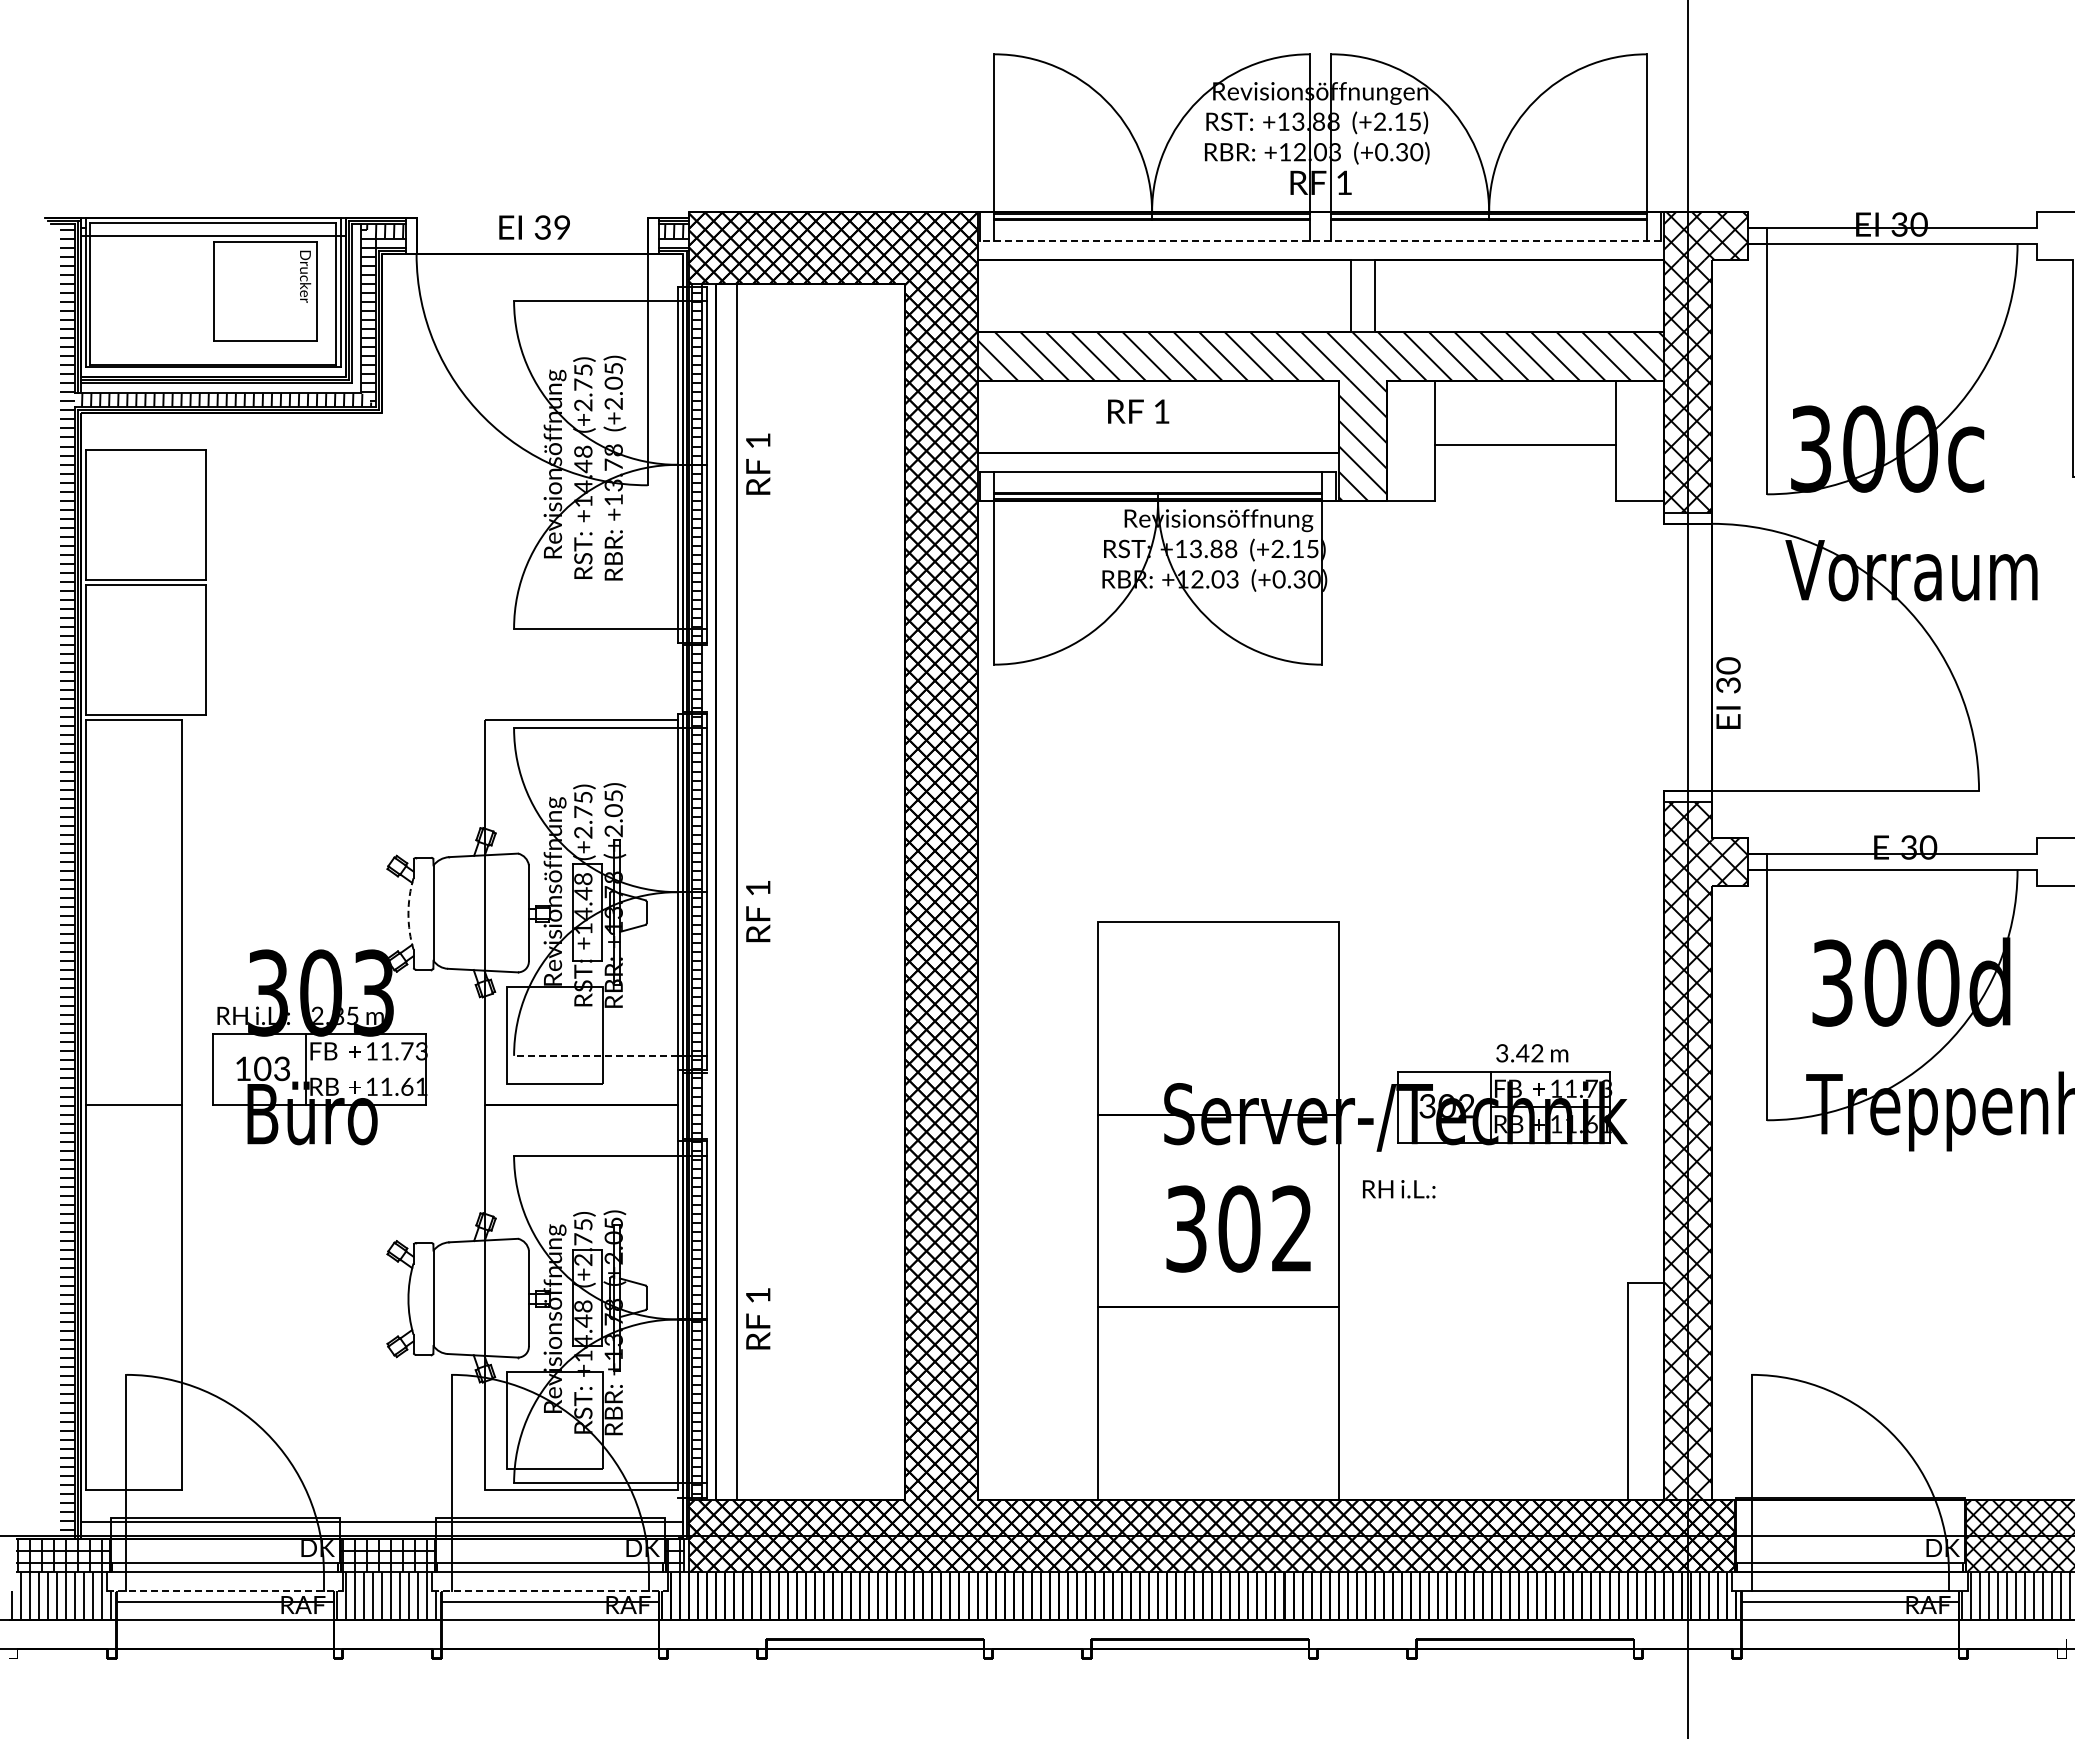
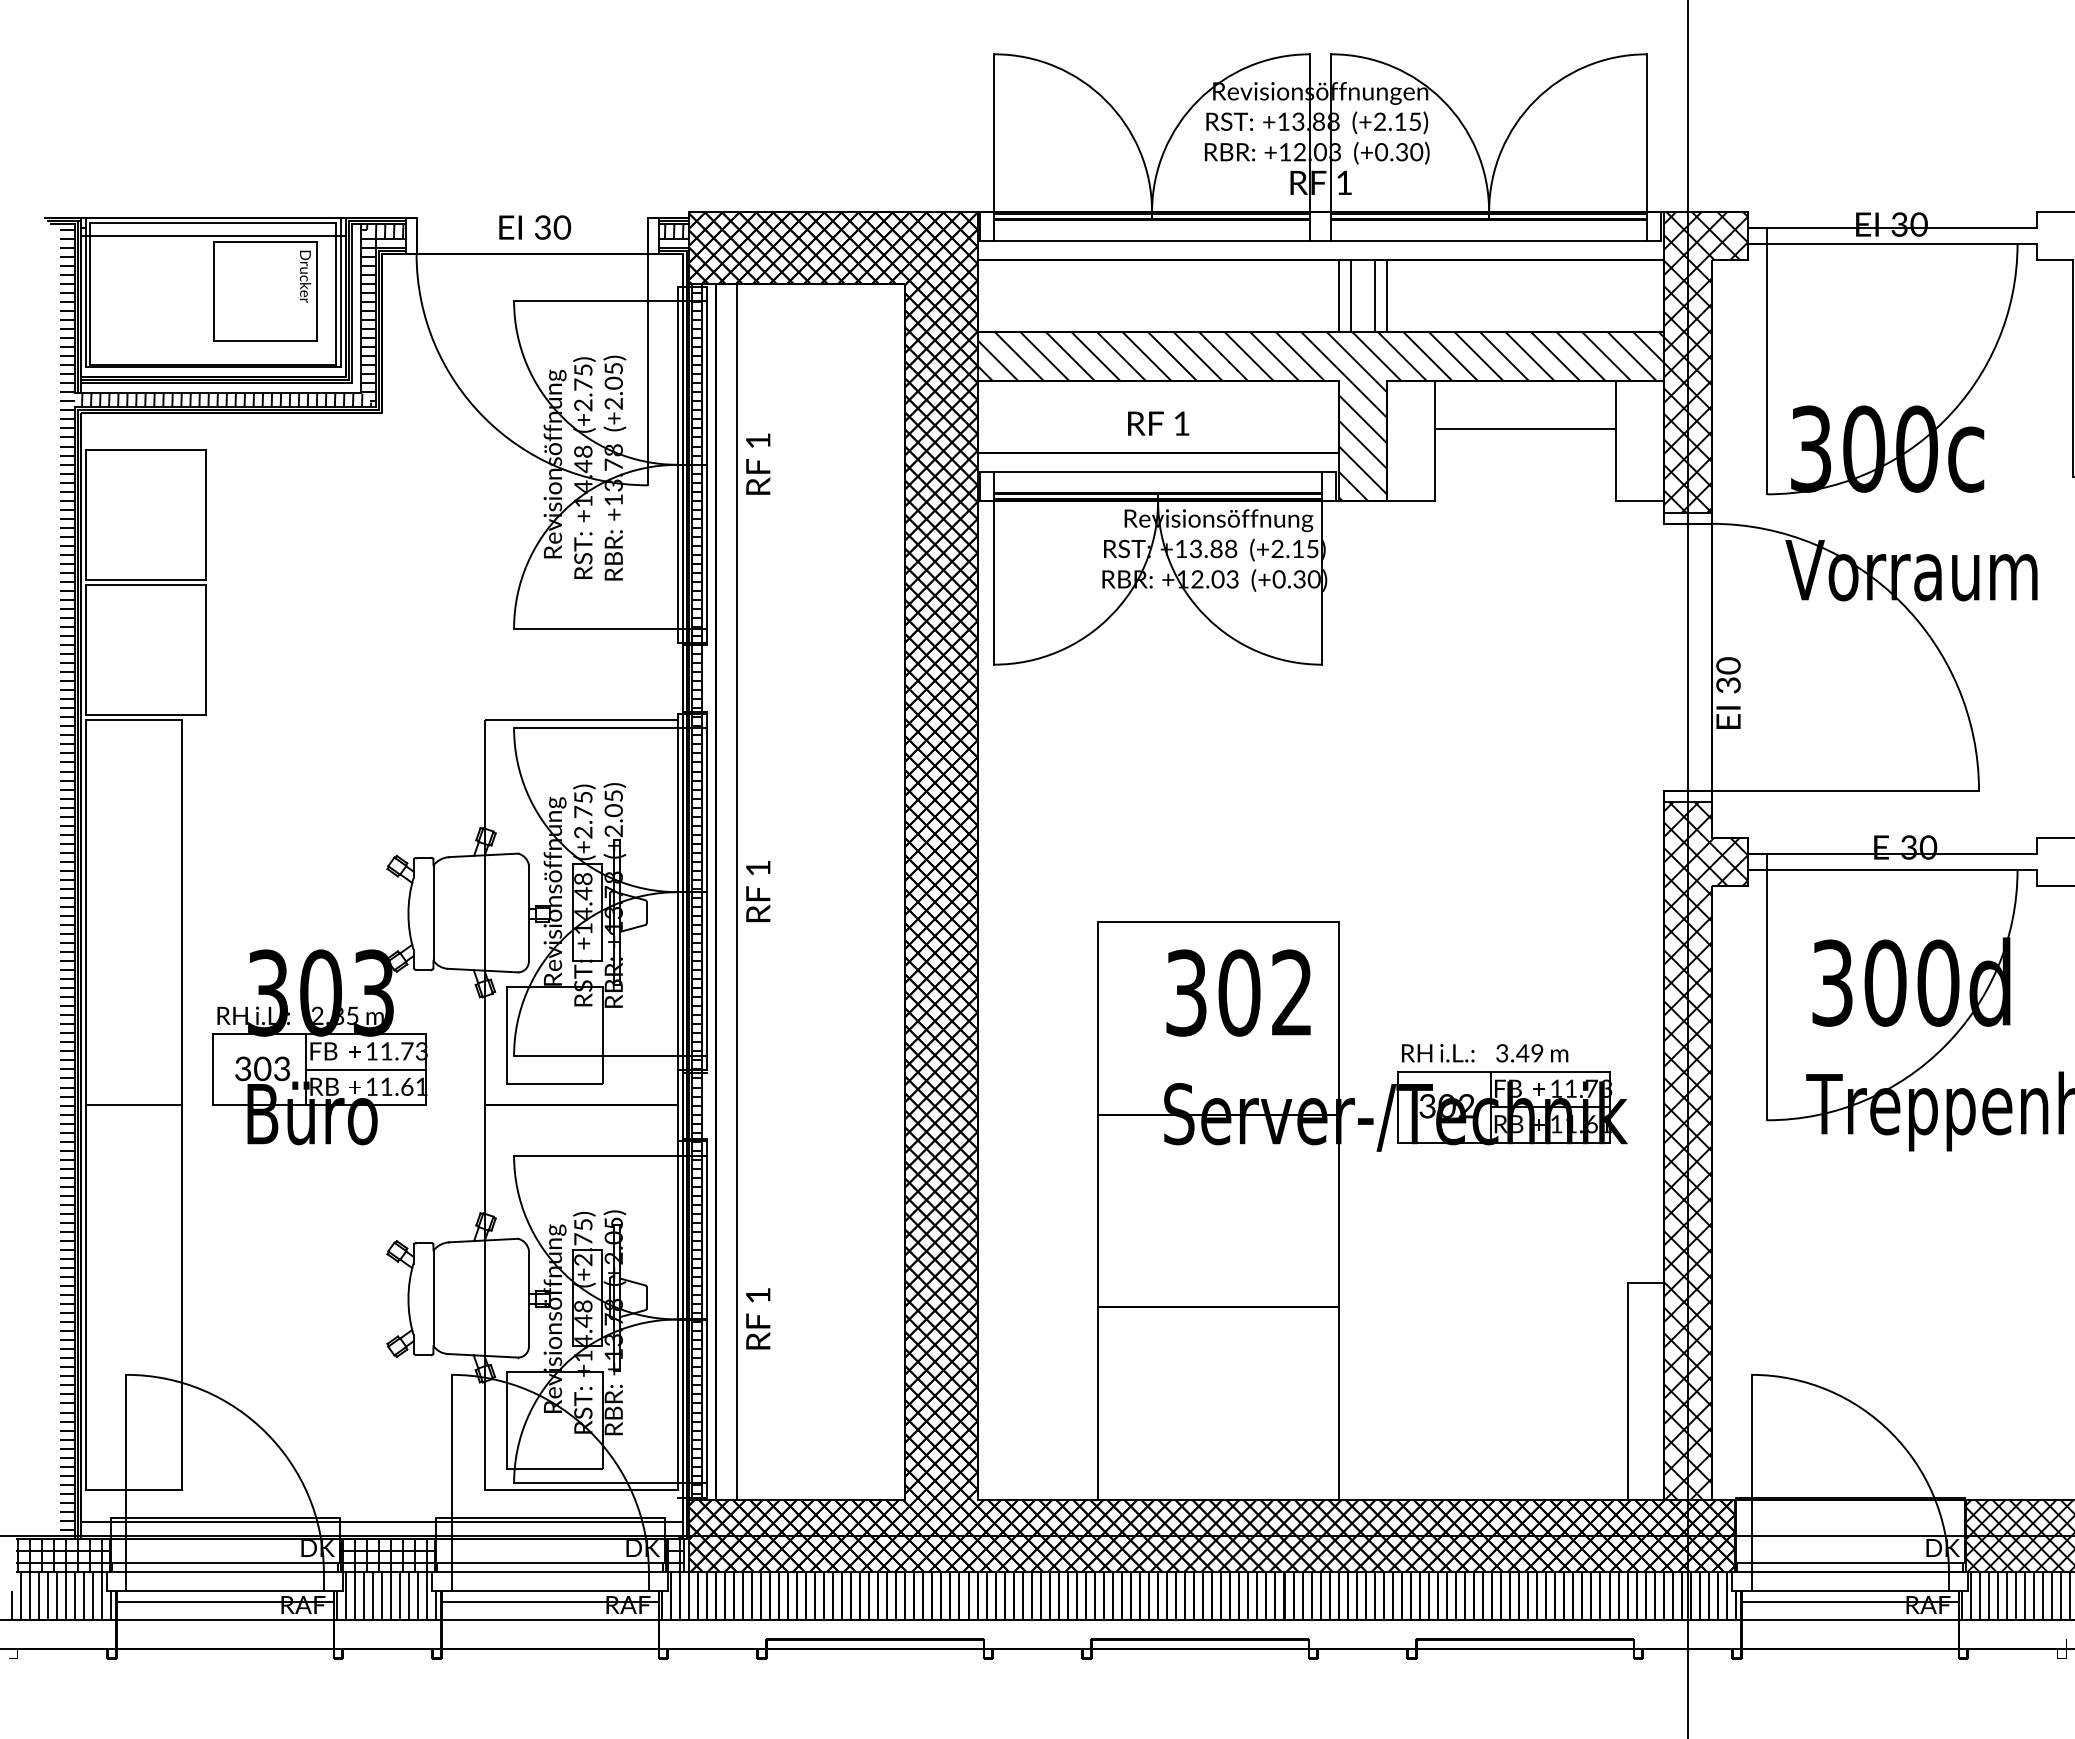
text at (562, 228): 39 -> 30
line at (1320, 240): dashed -> solid
line at (1338, 296): none -> present
line at (1386, 296): none -> present
text at (1138, 411) position: (1138, 411) -> (1158, 423)
line at (1524, 444) position: (1524, 444) -> (1524, 428)
text at (758, 911) position: (758, 911) -> (758, 891)
arc at (408, 913): dashed -> solid
text at (1537, 1053): 3.42 -> 3.49
line at (595, 1055): dashed -> solid
text at (242, 1068): 103 -> 303
line at (365, 1069): none -> present
text at (1399, 1189) position: (1399, 1189) -> (1438, 1053)
text at (1238, 1228) position: (1238, 1228) -> (1238, 992)
line at (225, 1591): dashed -> solid
line at (550, 1591): dashed -> solid
